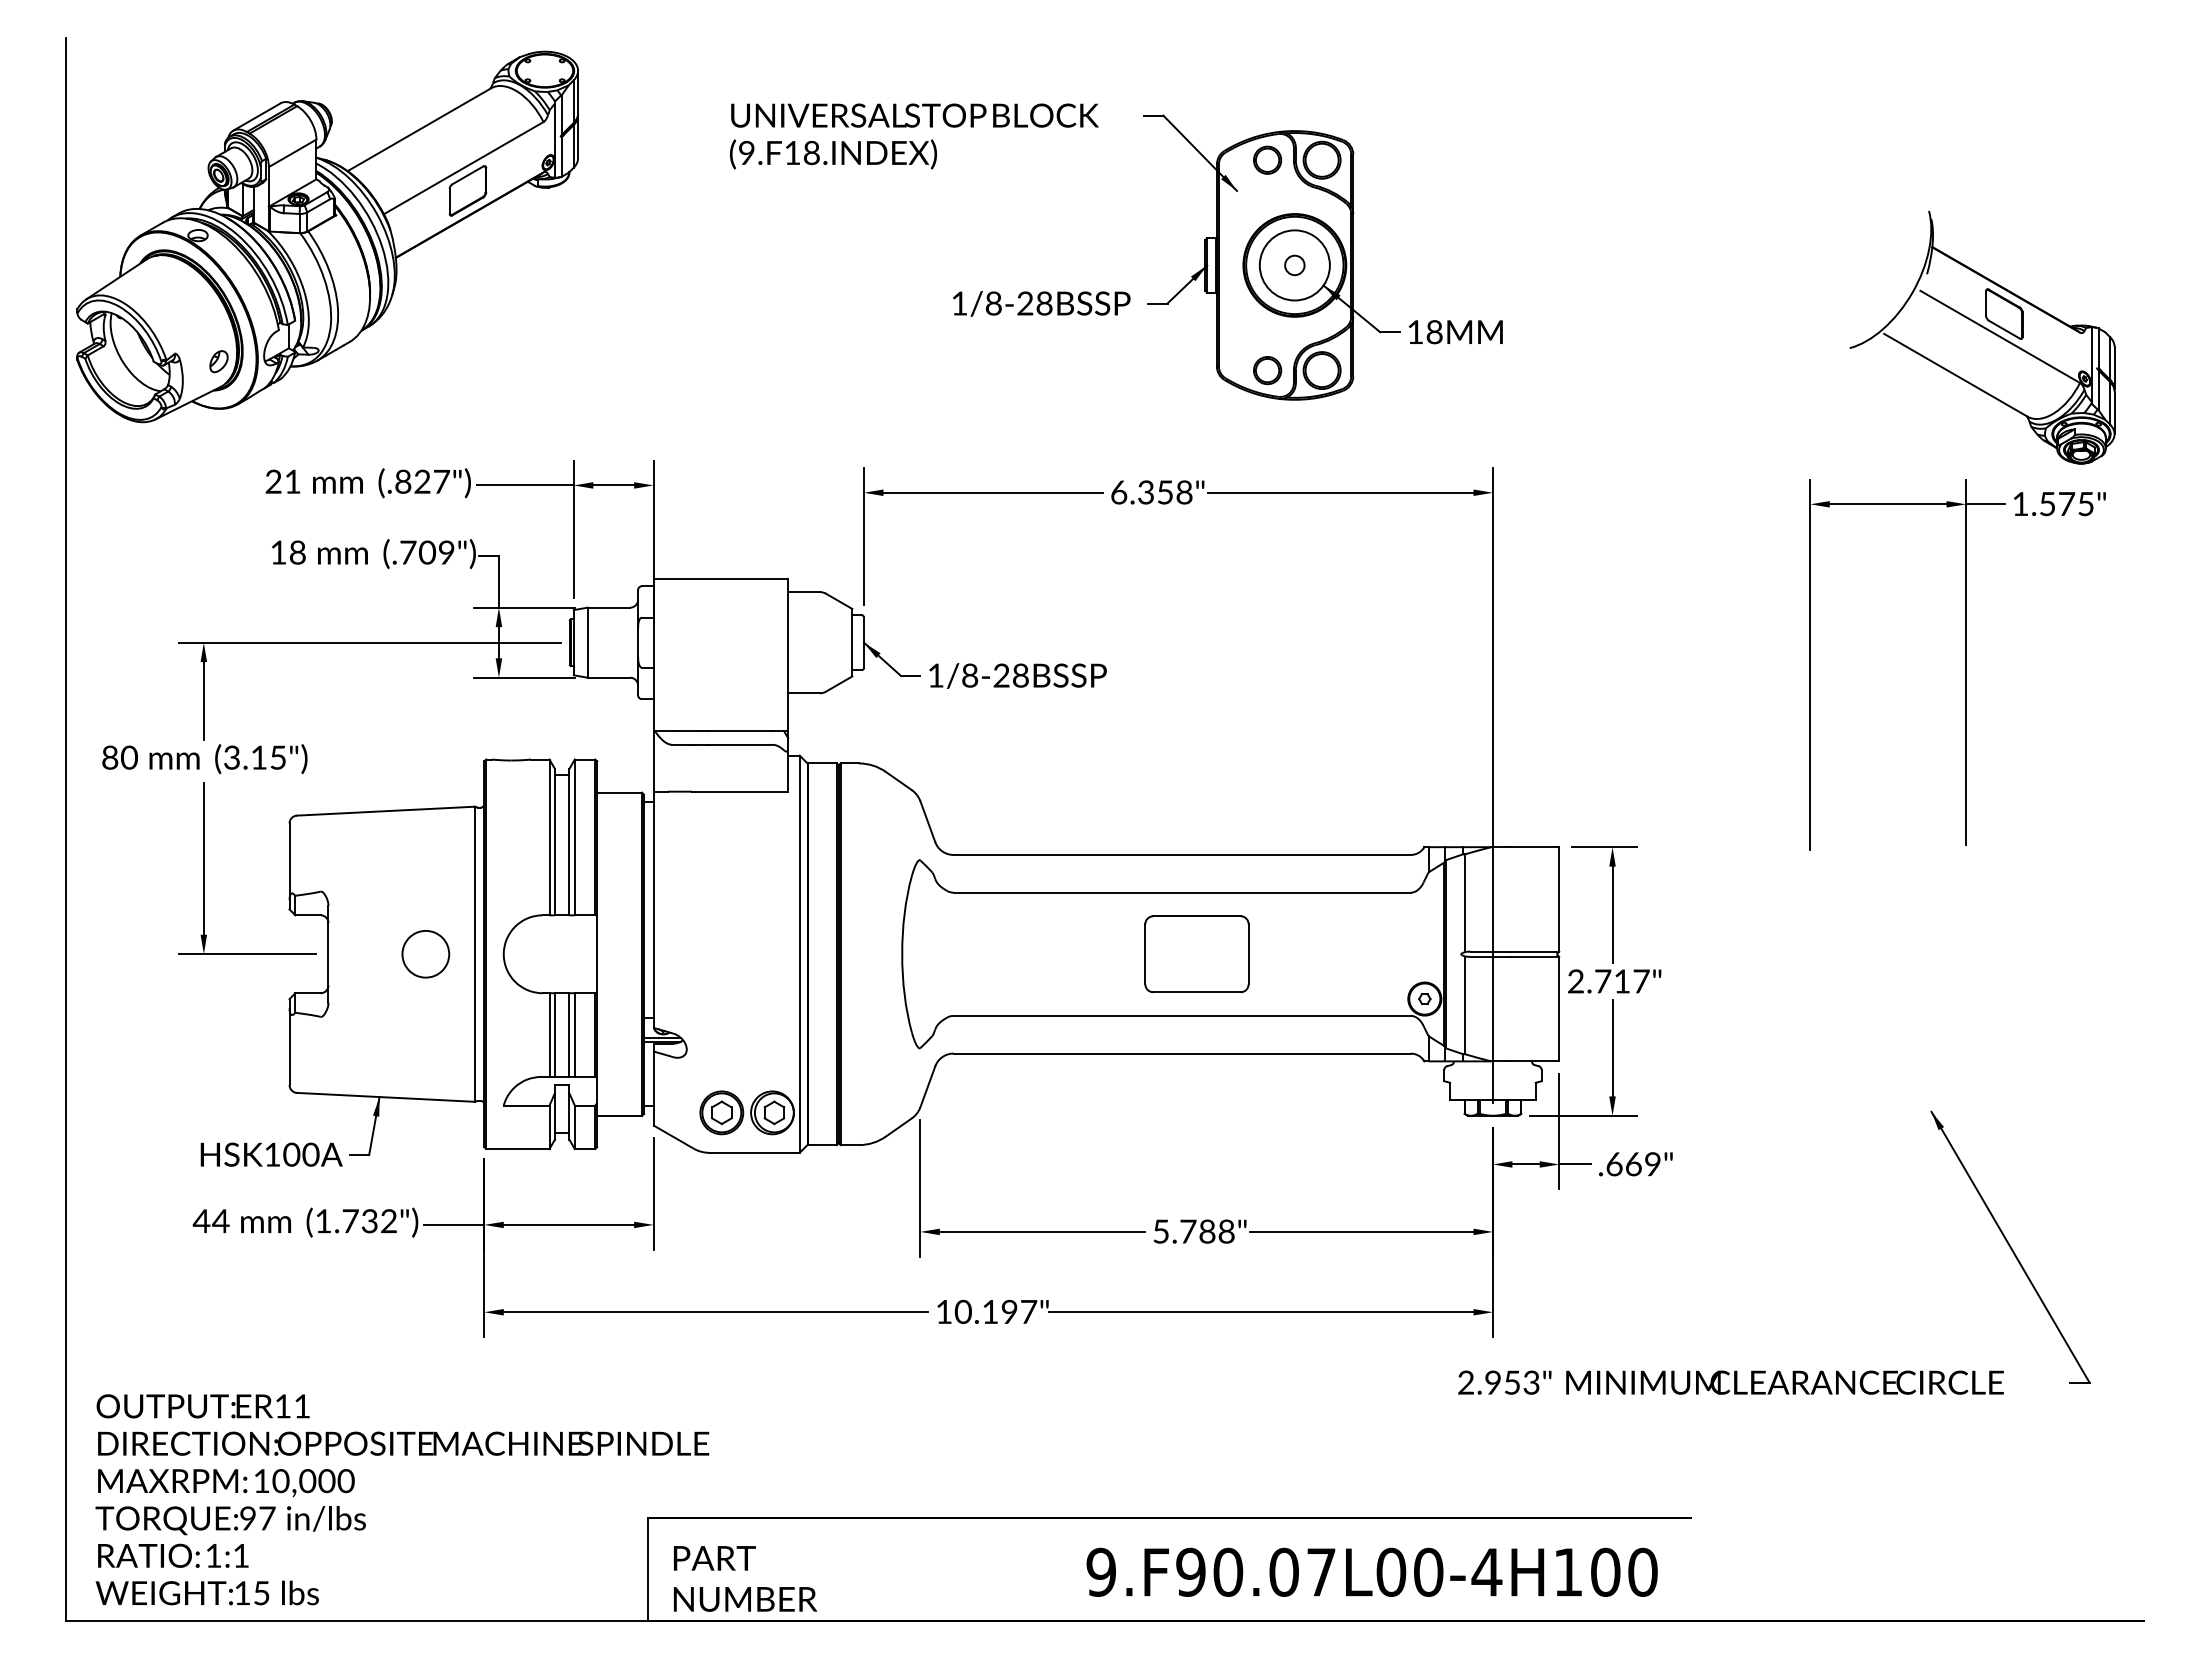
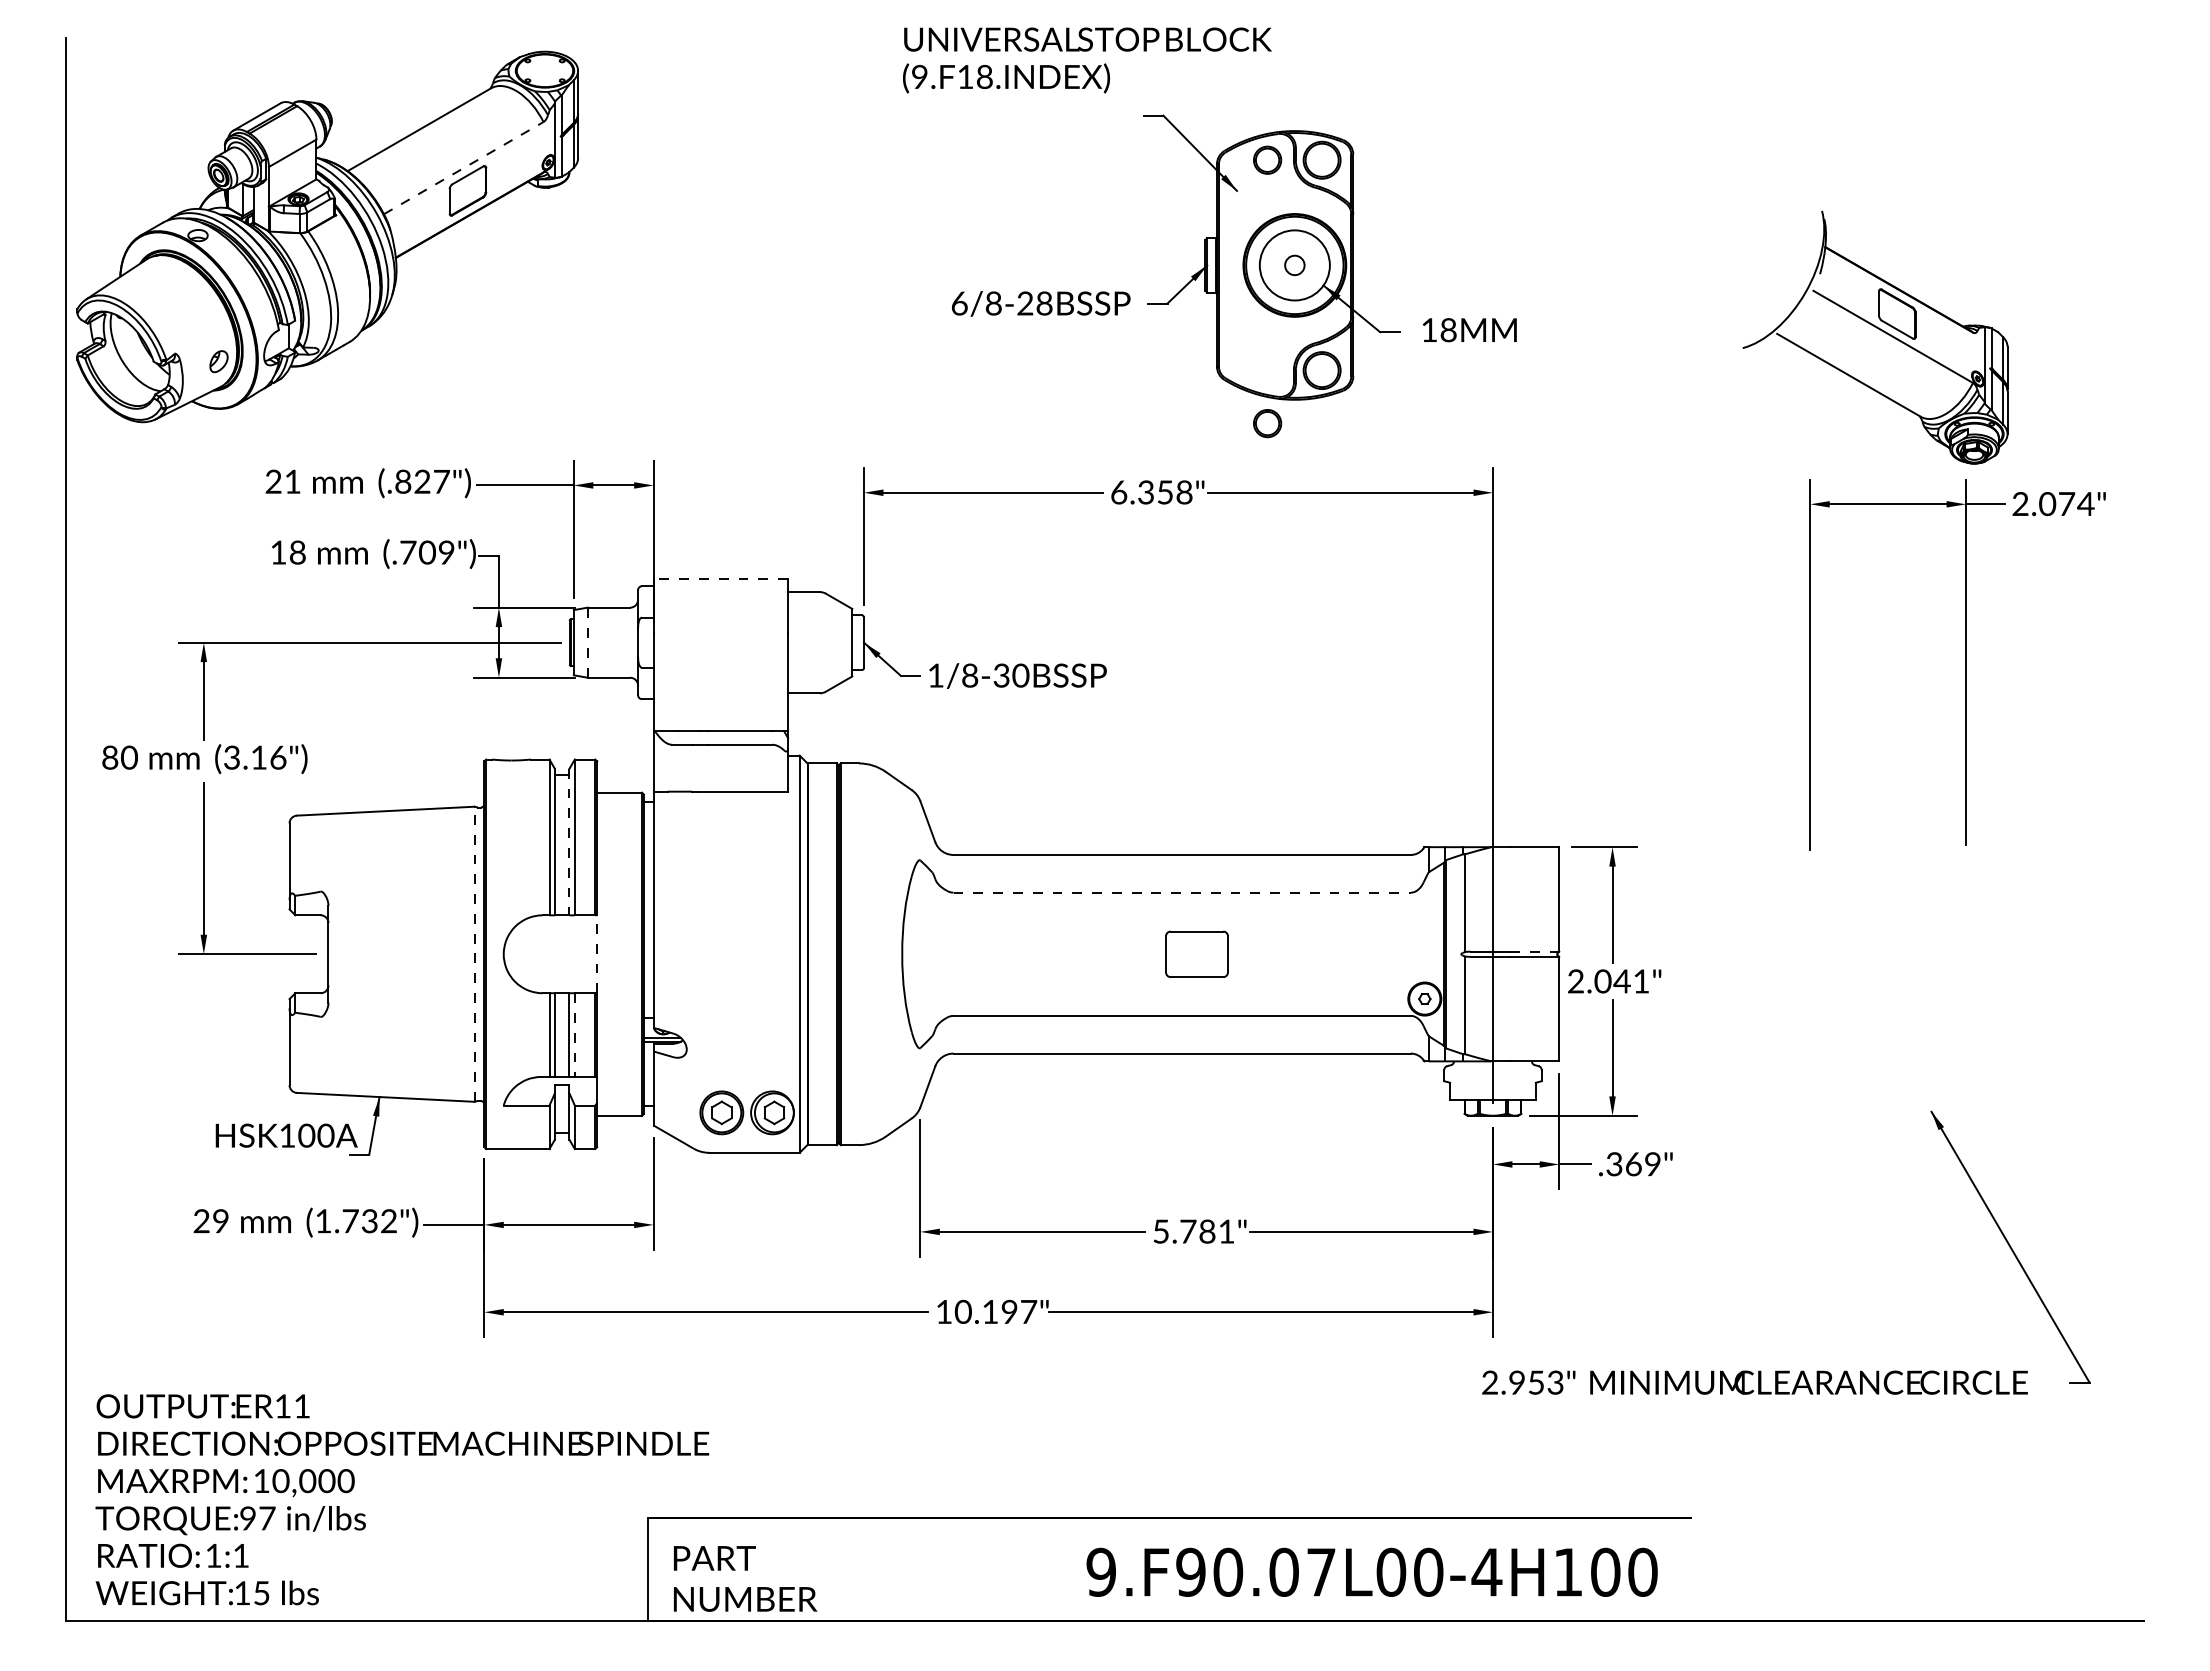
text at (914, 136) position: (914, 136) -> (1087, 60)
line at (464, 167): solid -> dashed
text at (959, 303): 1/8-28 -> 6/8-28
part at (1988, 331) position: (1988, 331) -> (1881, 331)
text at (1455, 332) position: (1455, 332) -> (1469, 330)
part at (1267, 370) position: (1267, 370) -> (1267, 423)
text at (2053, 504): 1.575" -> 2.074"
line at (720, 579): solid -> dashed
line at (587, 642): solid -> dashed
text at (1011, 676): 1/8-28 -> 1/8-30
text at (278, 757): (3.15") -> (3.16")
line at (569, 842): solid -> dashed
line at (1182, 892): solid -> dashed
line at (1534, 951): solid -> dashed
part at (425, 954): present -> none
line at (474, 954): solid -> dashed
line at (597, 954): solid -> dashed
part at (1196, 954) size: 106x79 px -> 64x48 px
text at (1621, 981): 2.717" -> 2.041"
line at (574, 1035): solid -> dashed
text at (271, 1154) position: (271, 1154) -> (286, 1135)
text at (1614, 1163): .669" -> .369"
text at (210, 1221): 44 -> 29
text at (1226, 1231): 5.788" -> 5.781"
text at (1730, 1382) position: (1730, 1382) -> (1754, 1382)
